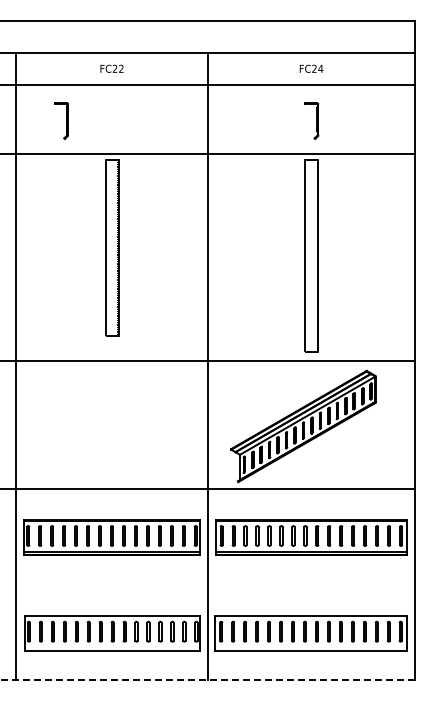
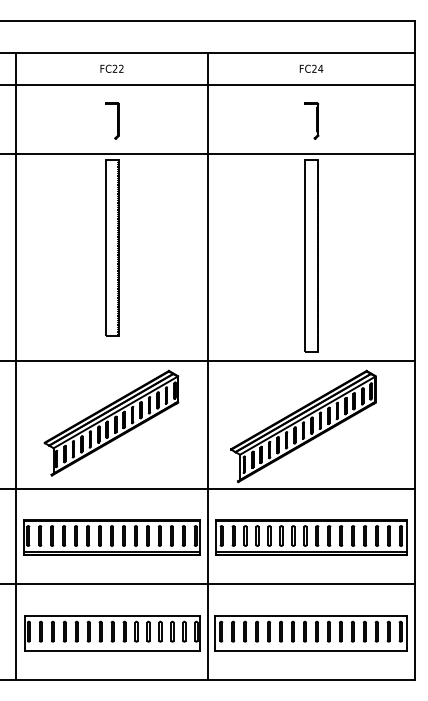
part at (61, 120) position: (61, 120) -> (112, 120)
part at (111, 422): none -> present
line at (208, 584): none -> present
line at (208, 679): dashed -> solid
